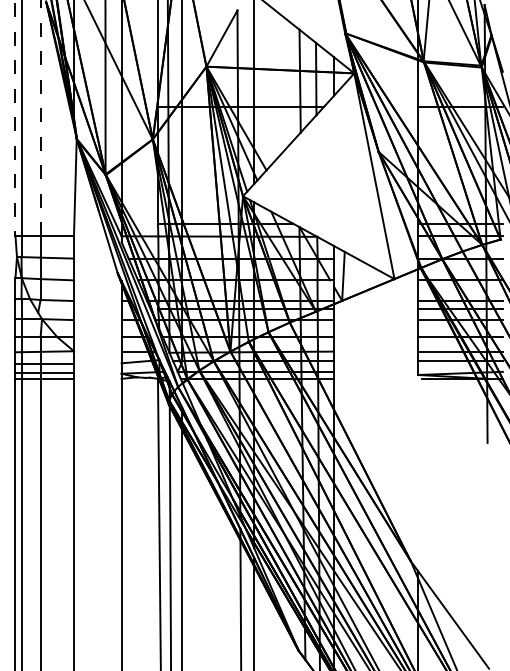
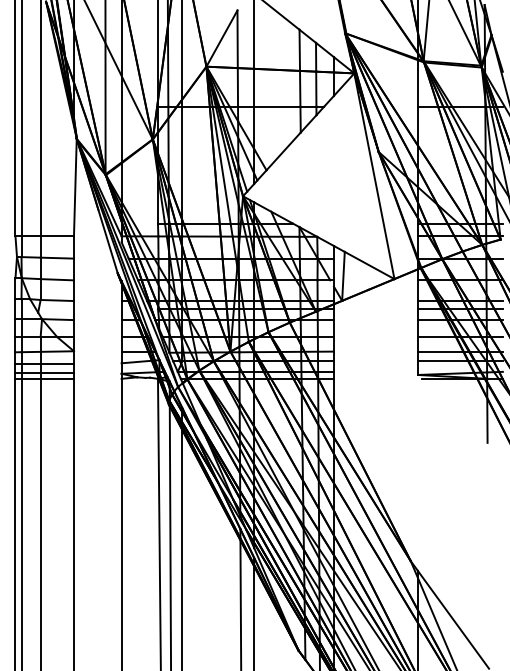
line at (40, 117): dashed -> solid
line at (15, 118): dashed -> solid
